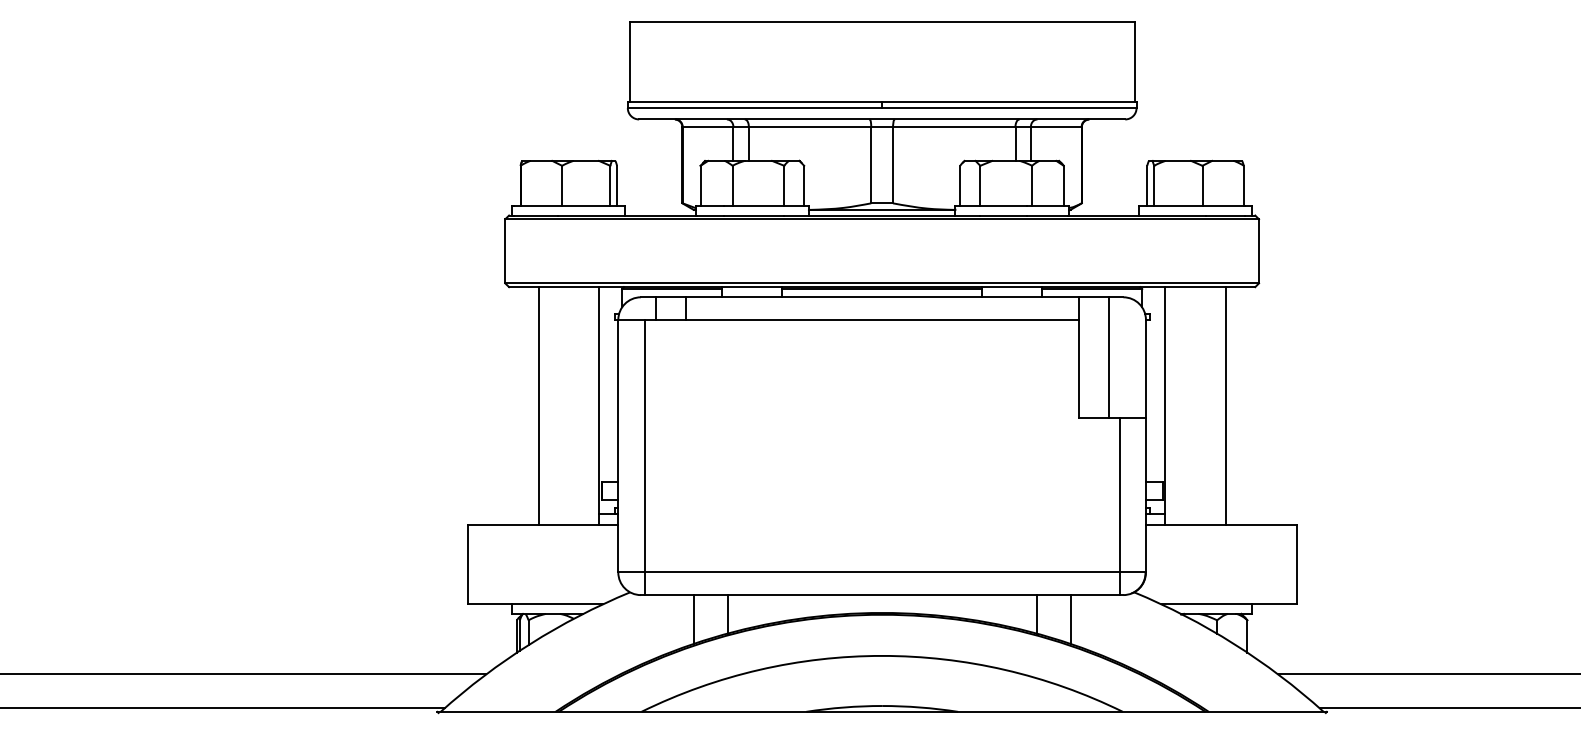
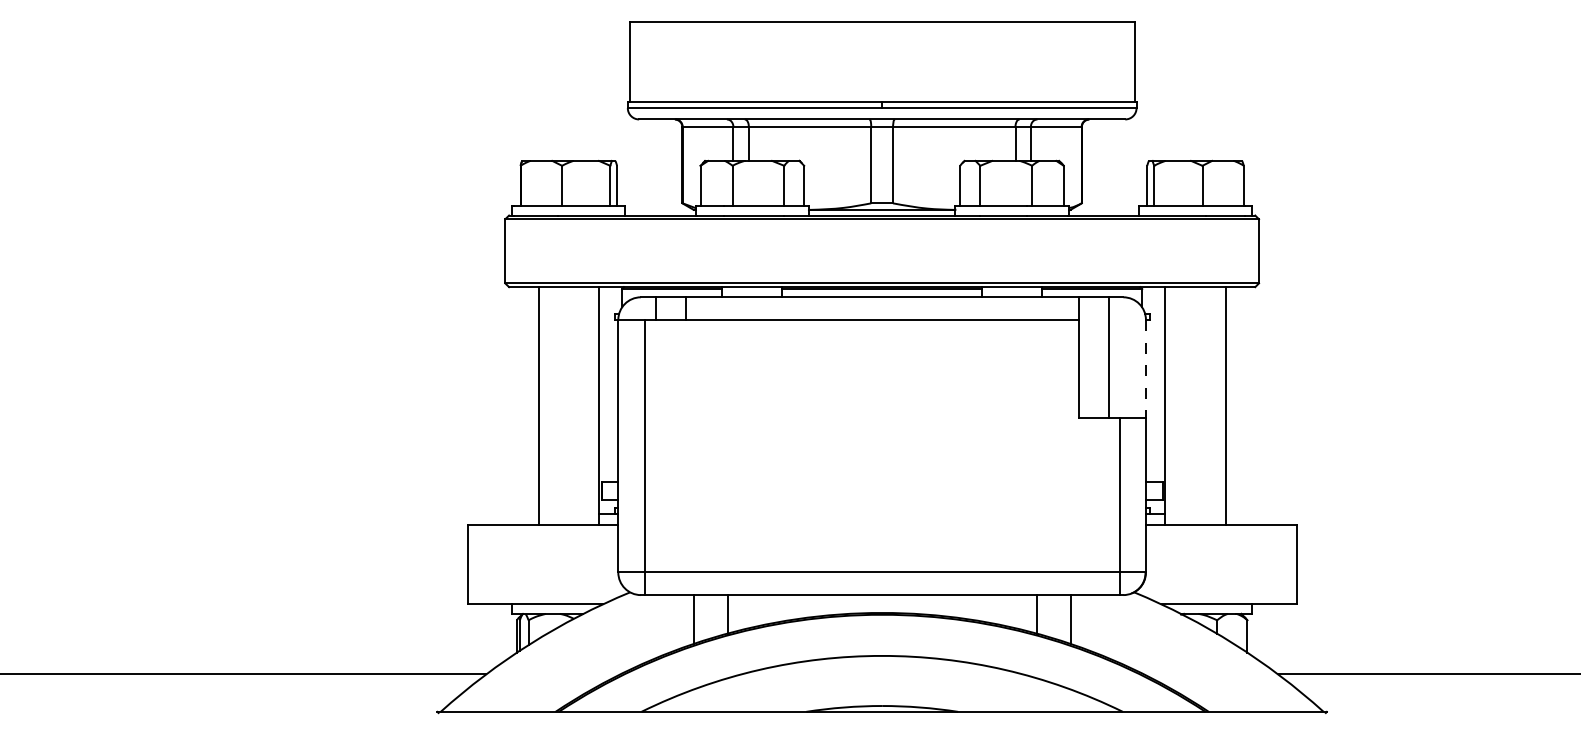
line at (1145, 369): solid -> dashed
line at (223, 708): present -> none
line at (1448, 708): present -> none
